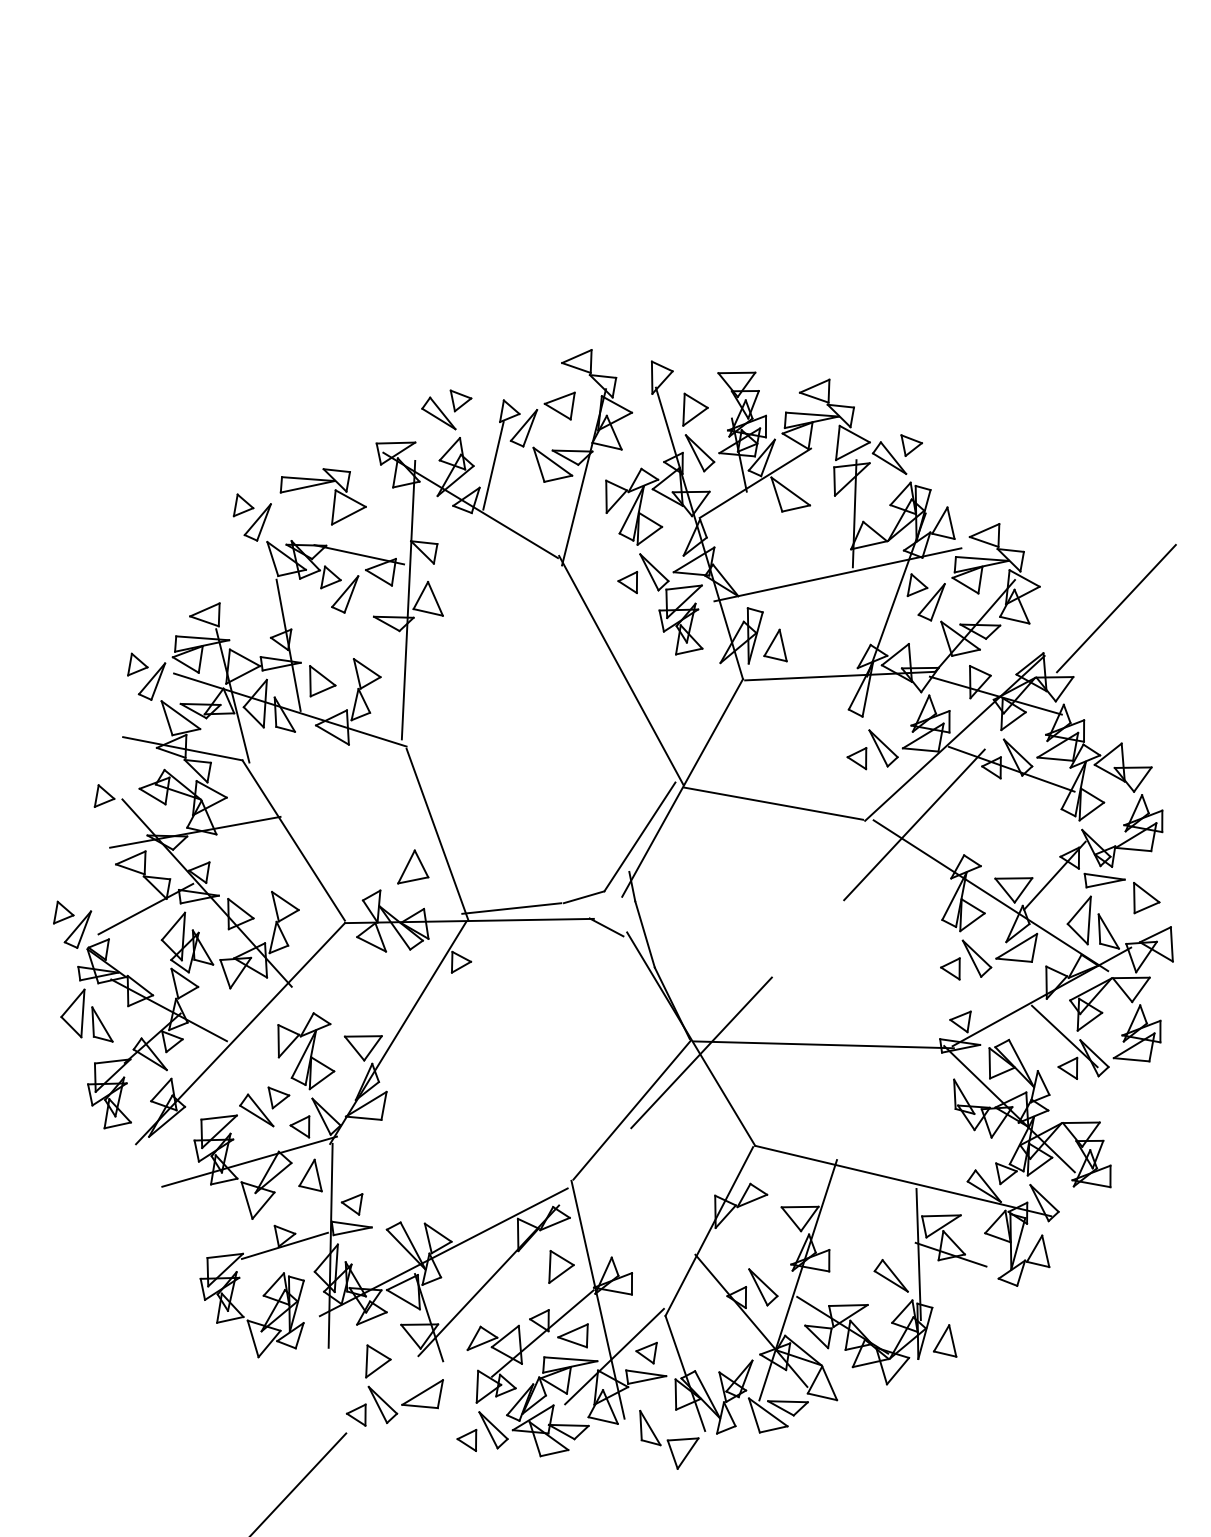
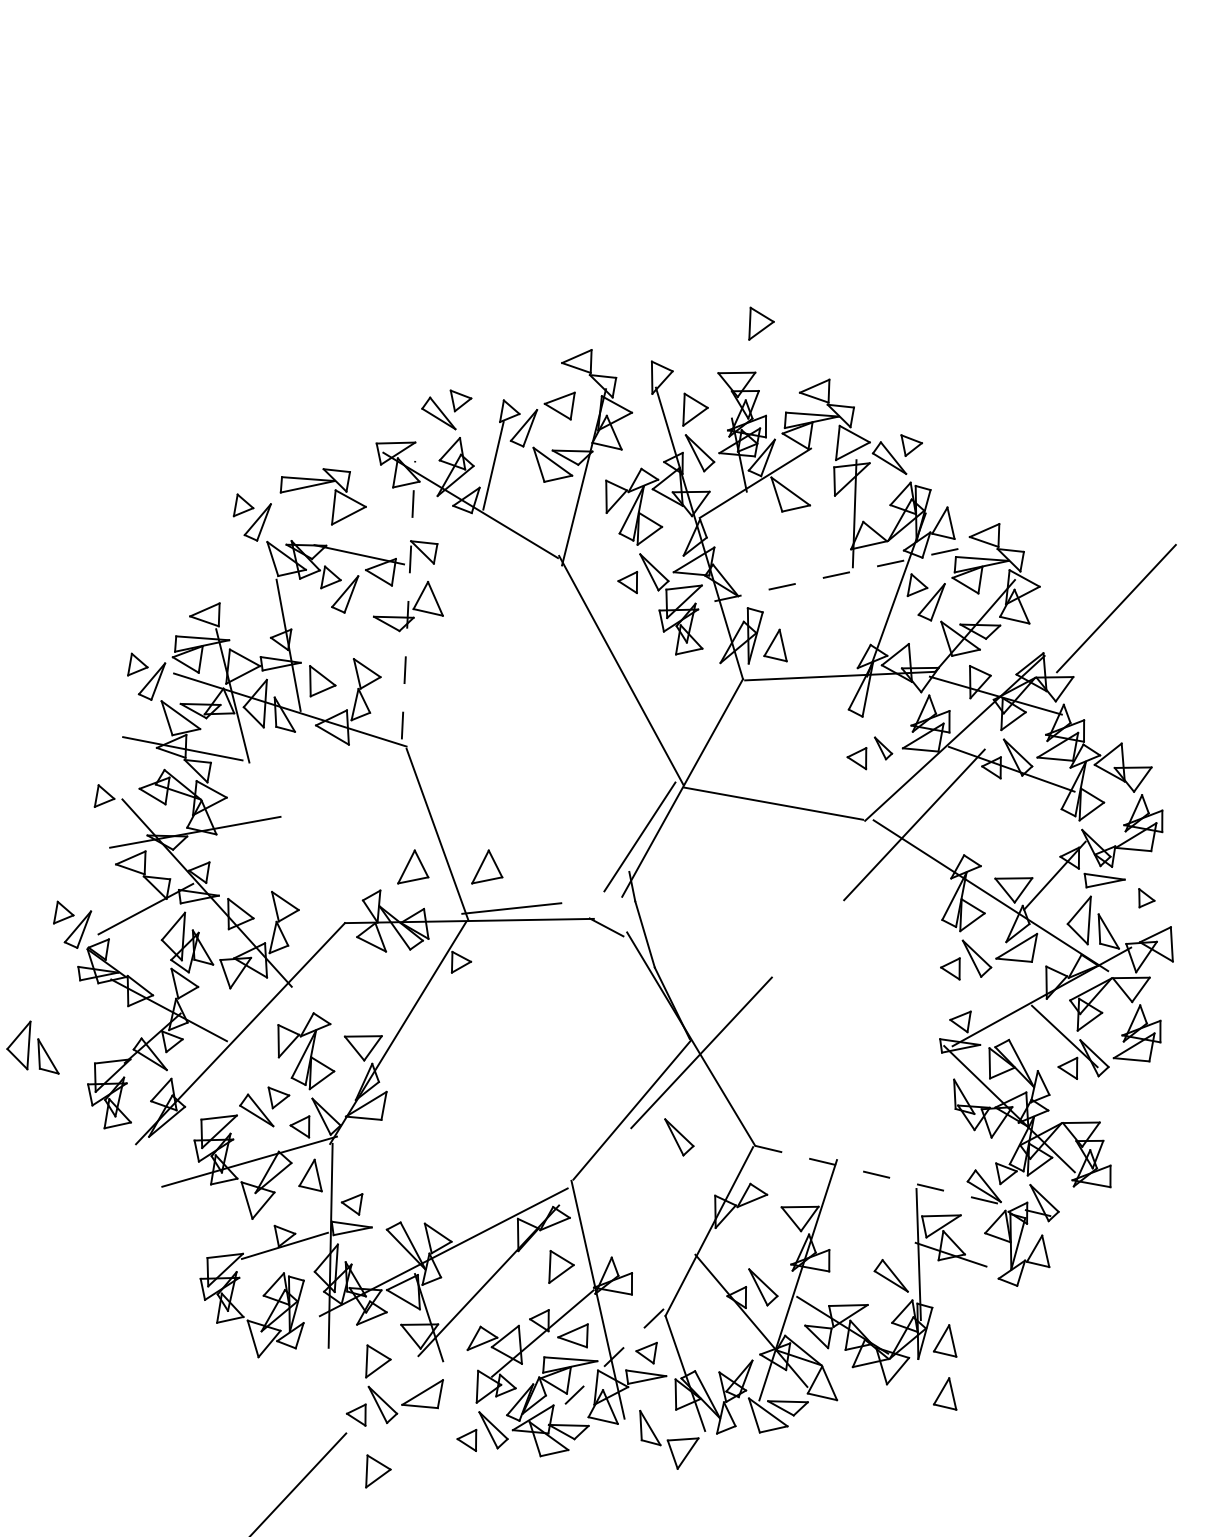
part at (761, 323): none -> present
line at (838, 574): solid -> dashed
line at (408, 599): solid -> dashed
part at (883, 748) size: 31x39 px -> 21x25 px
line at (293, 840): present -> none
part at (487, 866): none -> present
line at (583, 897): present -> none
part at (1146, 898) size: 28x33 px -> 18x21 px
part at (86, 1015) position: (86, 1015) -> (32, 1047)
line at (823, 1044): present -> none
part at (679, 1137): none -> present
line at (903, 1181): solid -> dashed
line at (614, 1356): solid -> dashed
part at (944, 1393): none -> present
part at (378, 1471): none -> present
